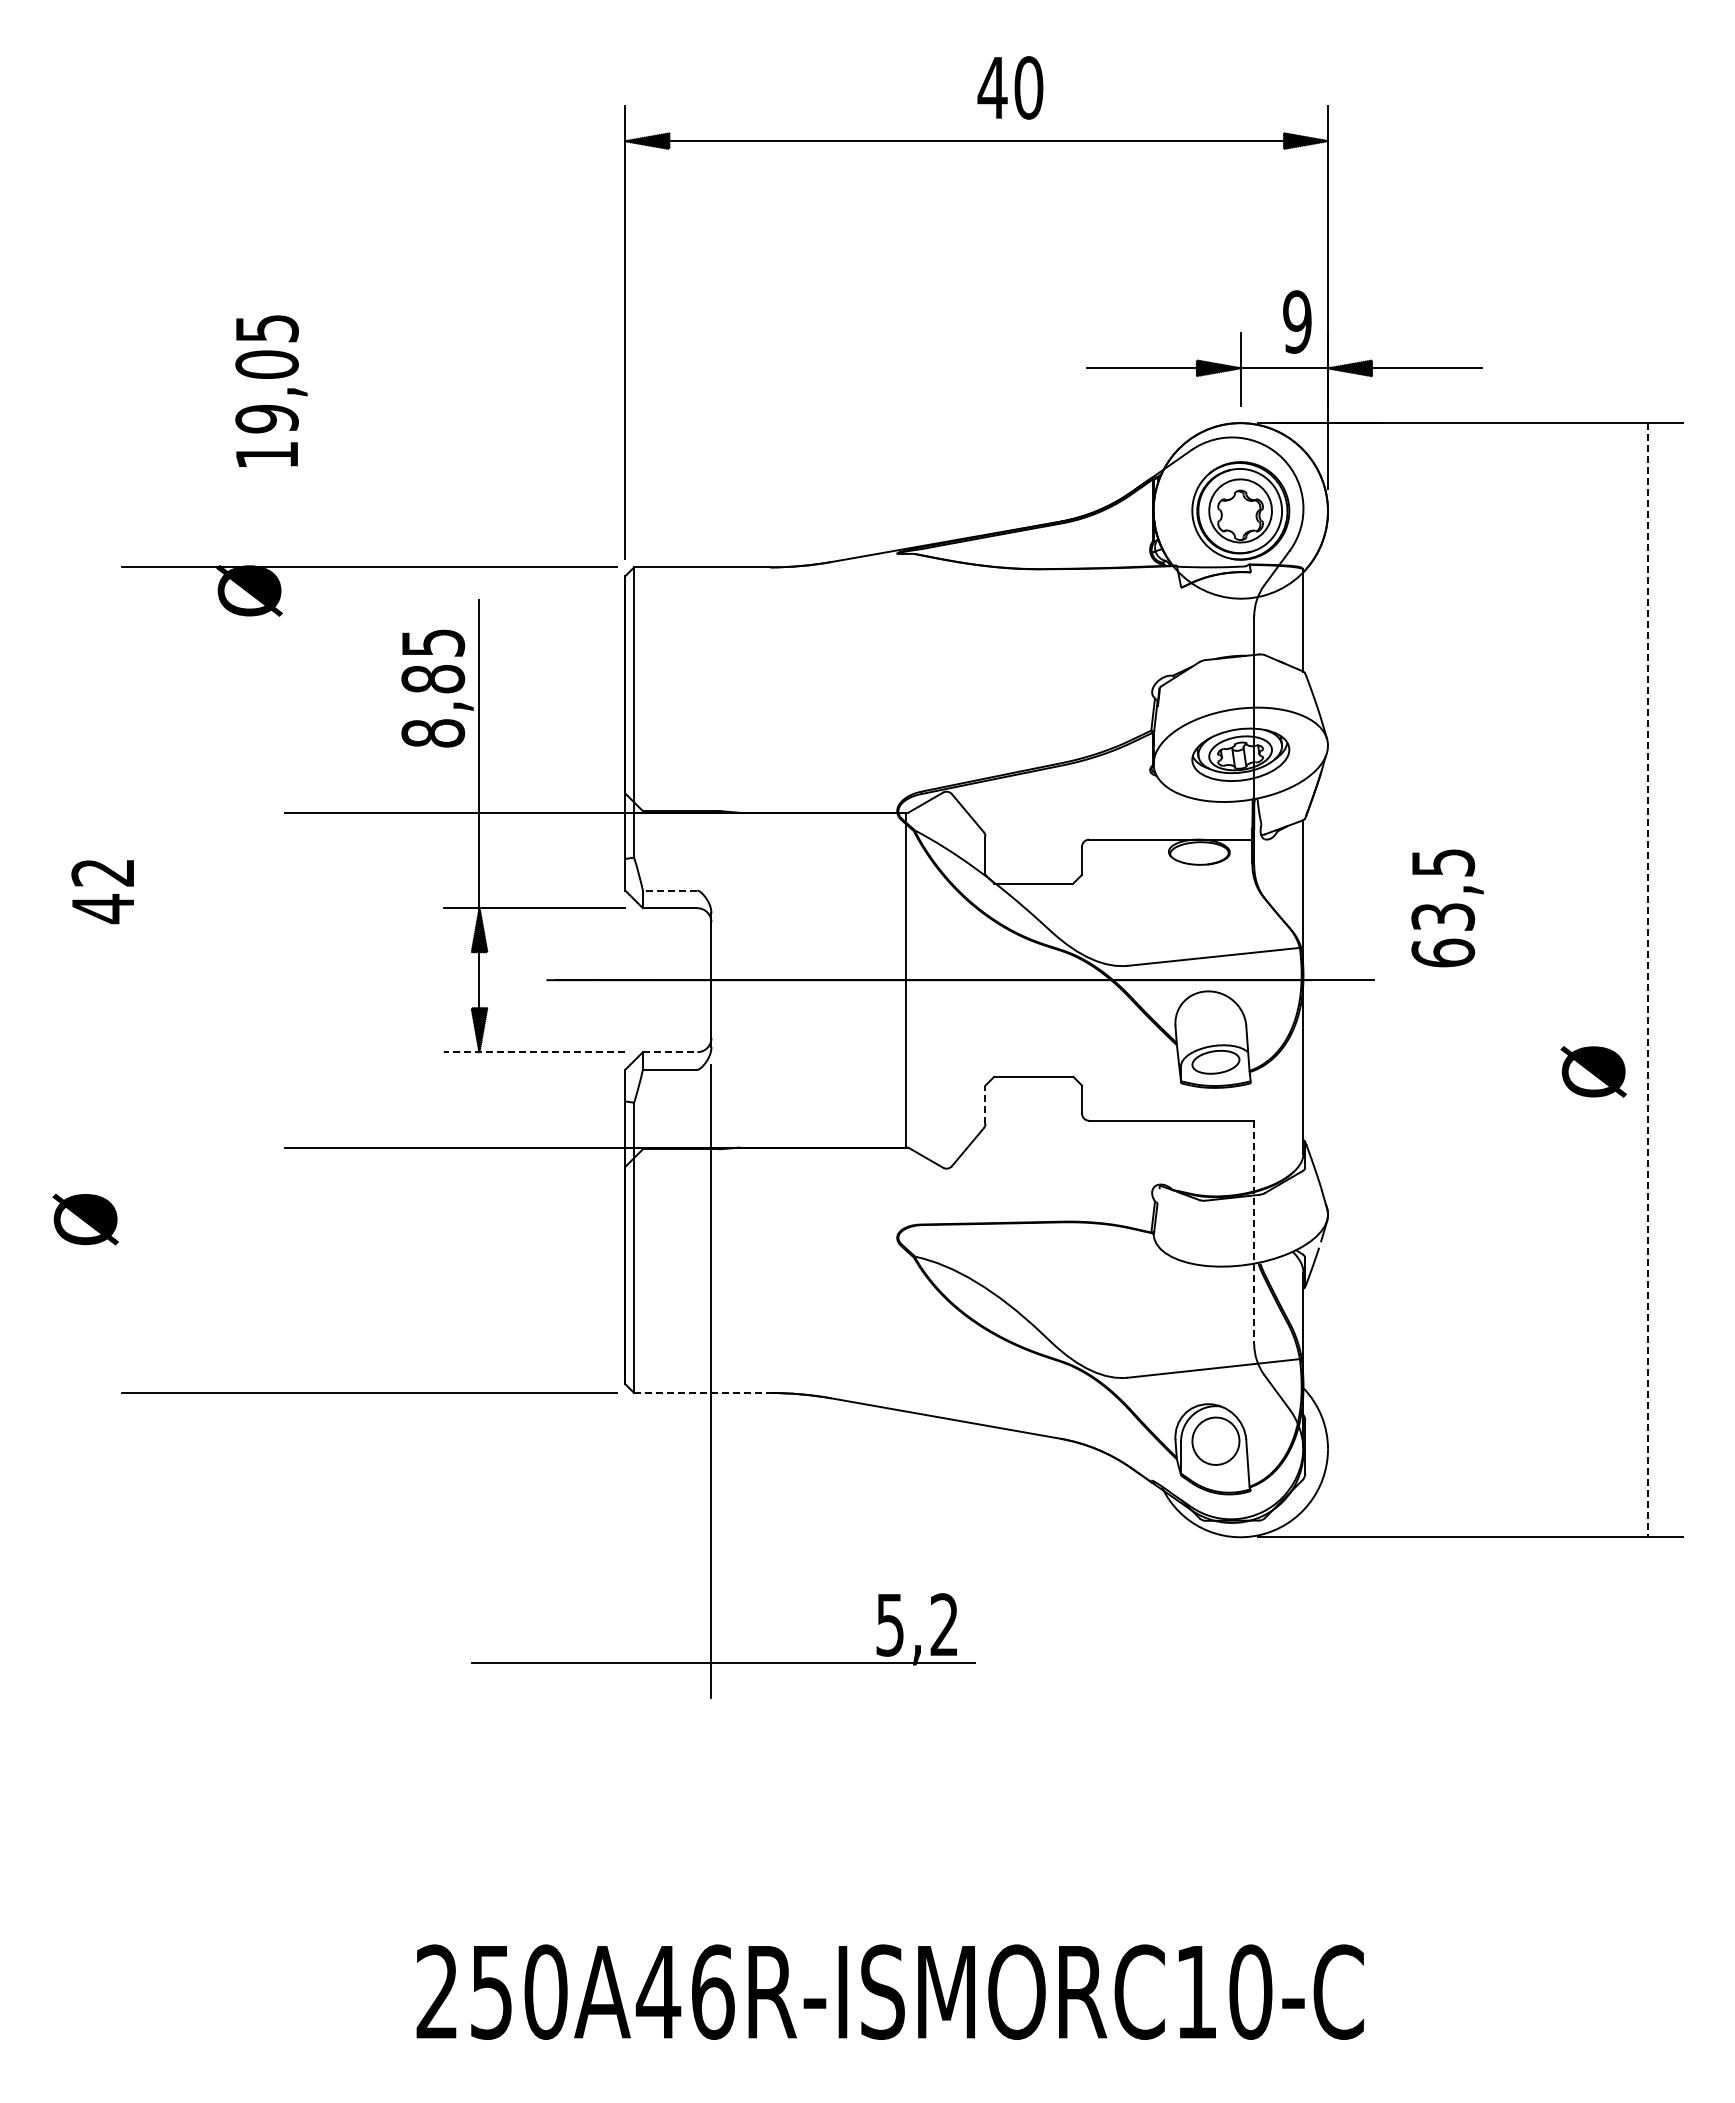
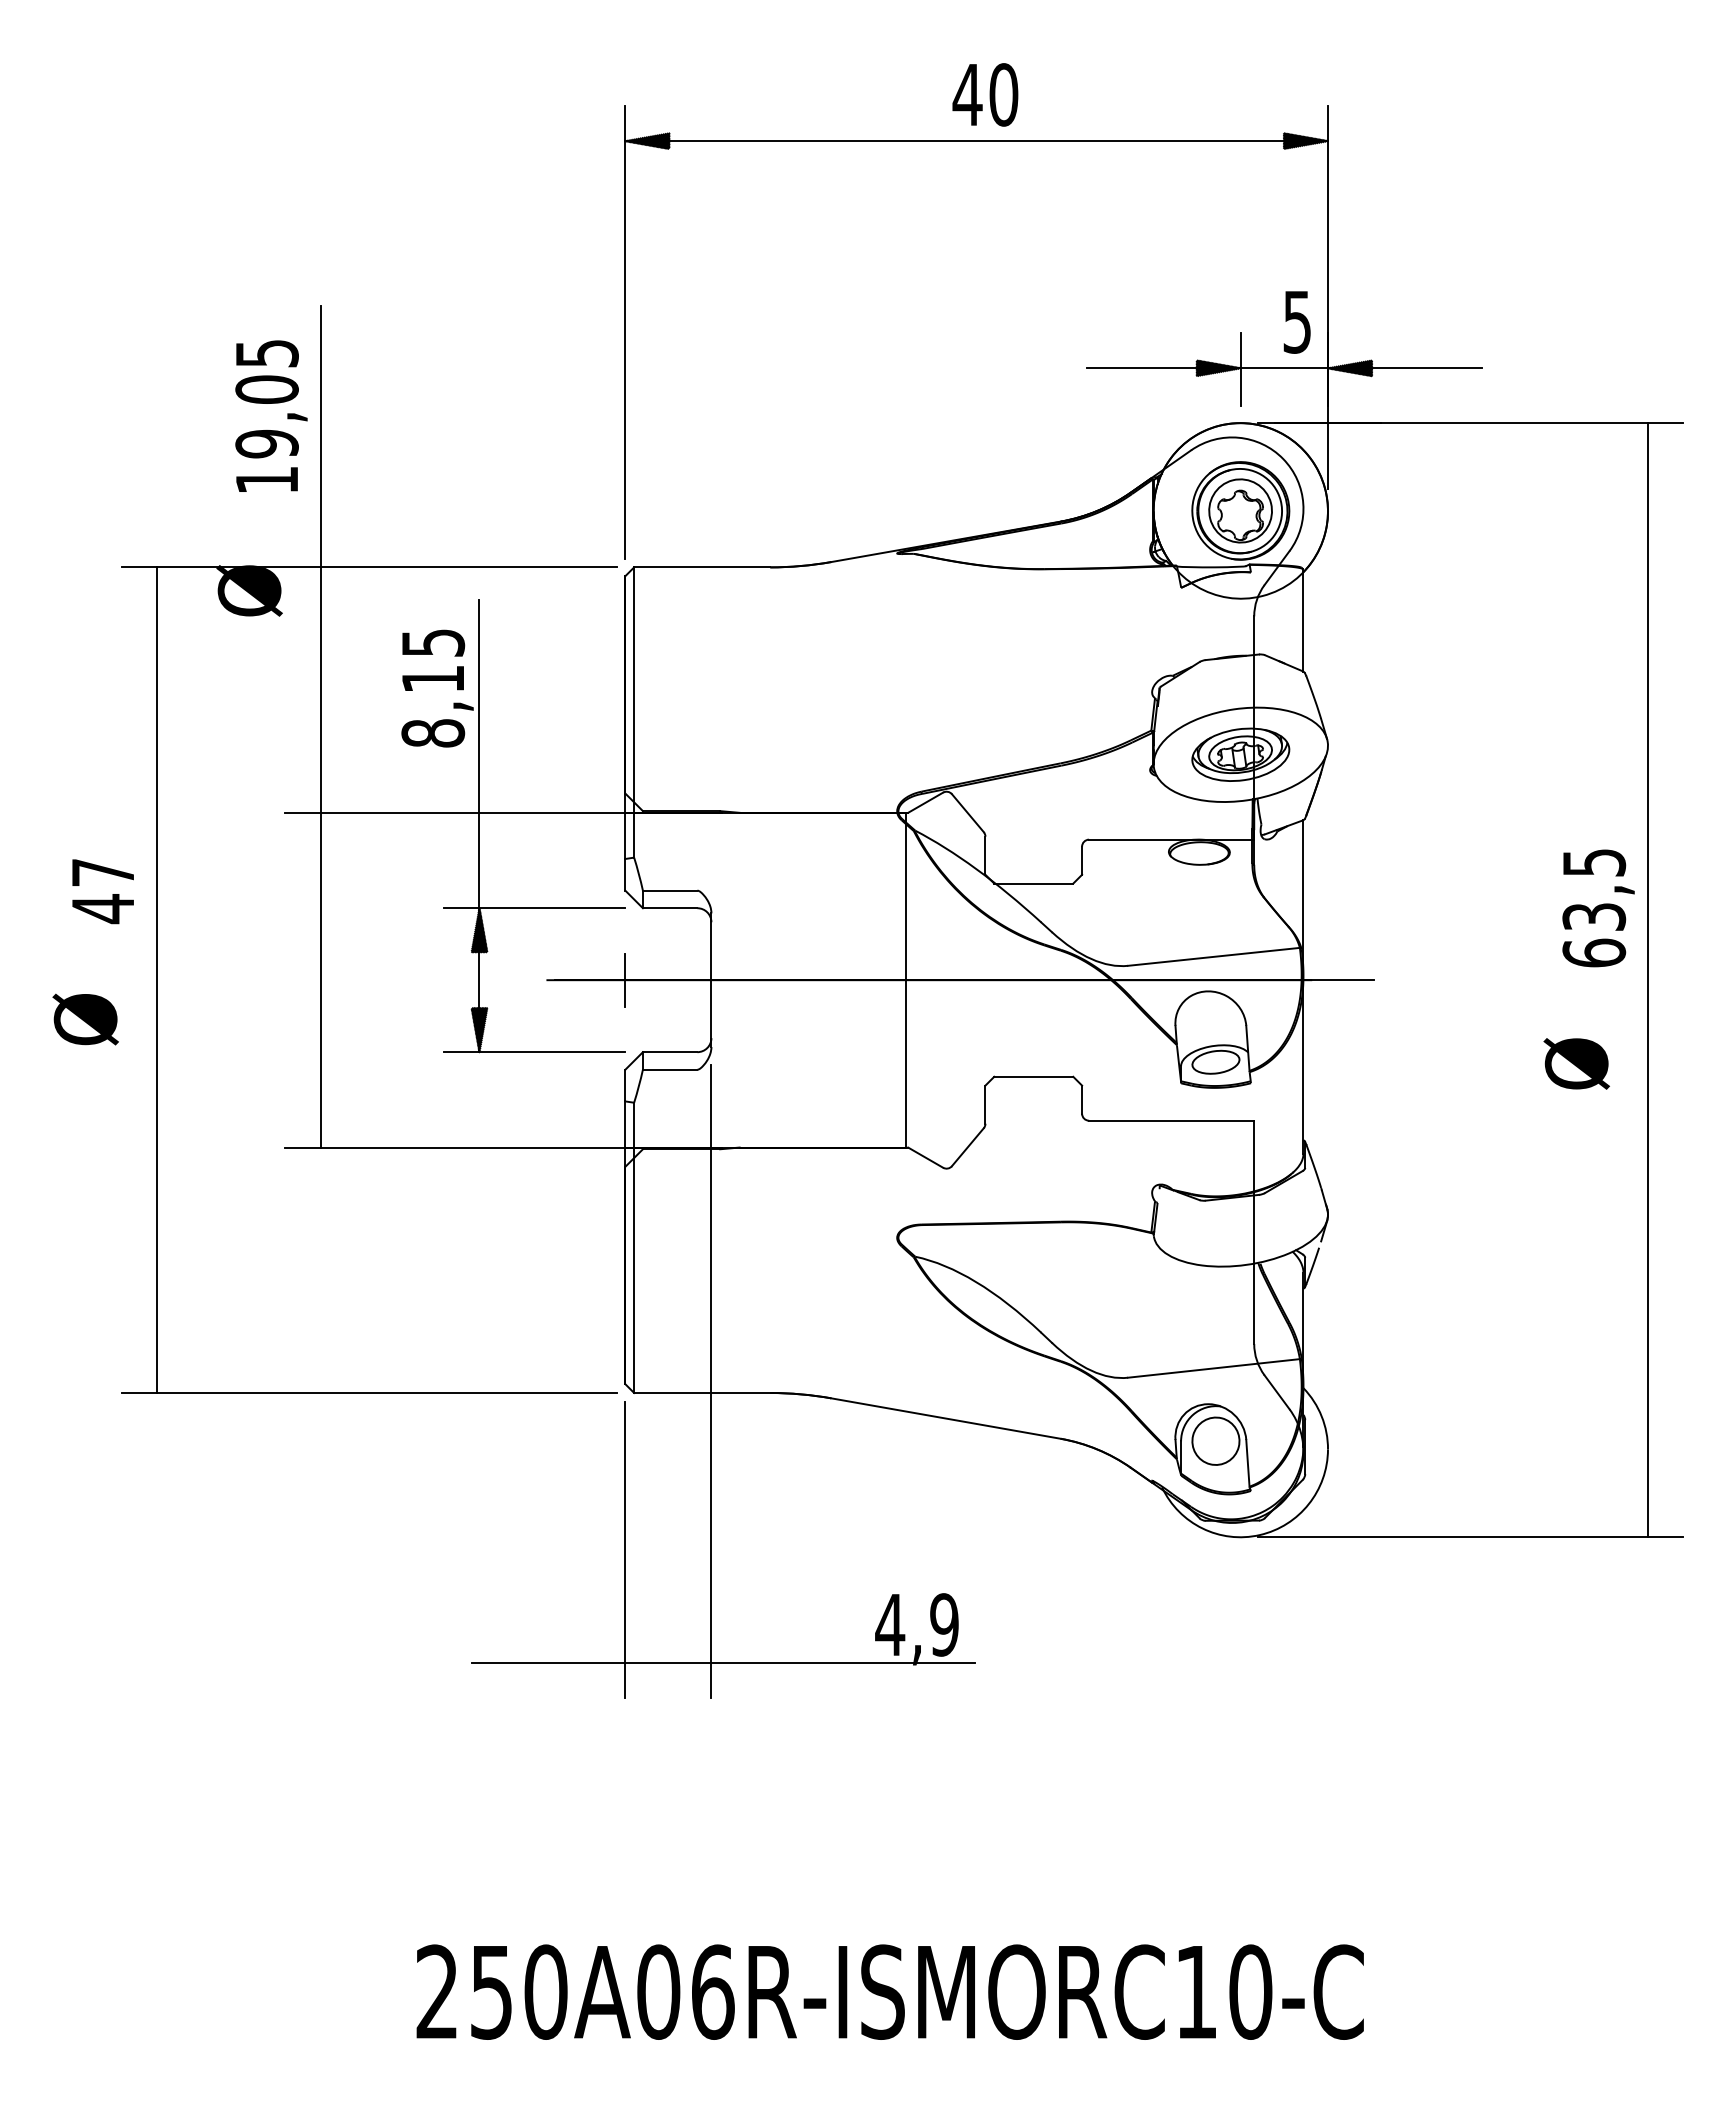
text at (1010, 87) position: (1010, 87) -> (985, 94)
text at (1297, 321): 9 -> 5
text at (271, 390) position: (271, 390) -> (271, 415)
text at (433, 679): 8,85 -> 8,15
line at (320, 726): none -> present
text at (102, 872): 42 -> 47
line at (669, 890): dashed -> solid
text at (1447, 908) position: (1447, 908) -> (1598, 908)
line at (156, 979): none -> present
line at (625, 979): none -> present
line at (1647, 980): dashed -> solid
line at (534, 1052): dashed -> solid
line at (670, 1052): dashed -> solid
text at (1593, 1071) position: (1593, 1071) -> (1576, 1063)
line at (985, 1104): dashed -> solid
text at (85, 1219) position: (85, 1219) -> (85, 1019)
line at (1254, 1232): dashed -> solid
line at (702, 1392): dashed -> solid
line at (625, 1549): none -> present
text at (916, 1624): 5,2 -> 4,9
text at (658, 1991): 250A46R-ISMORC10-C -> 250A06R-ISMORC10-C
